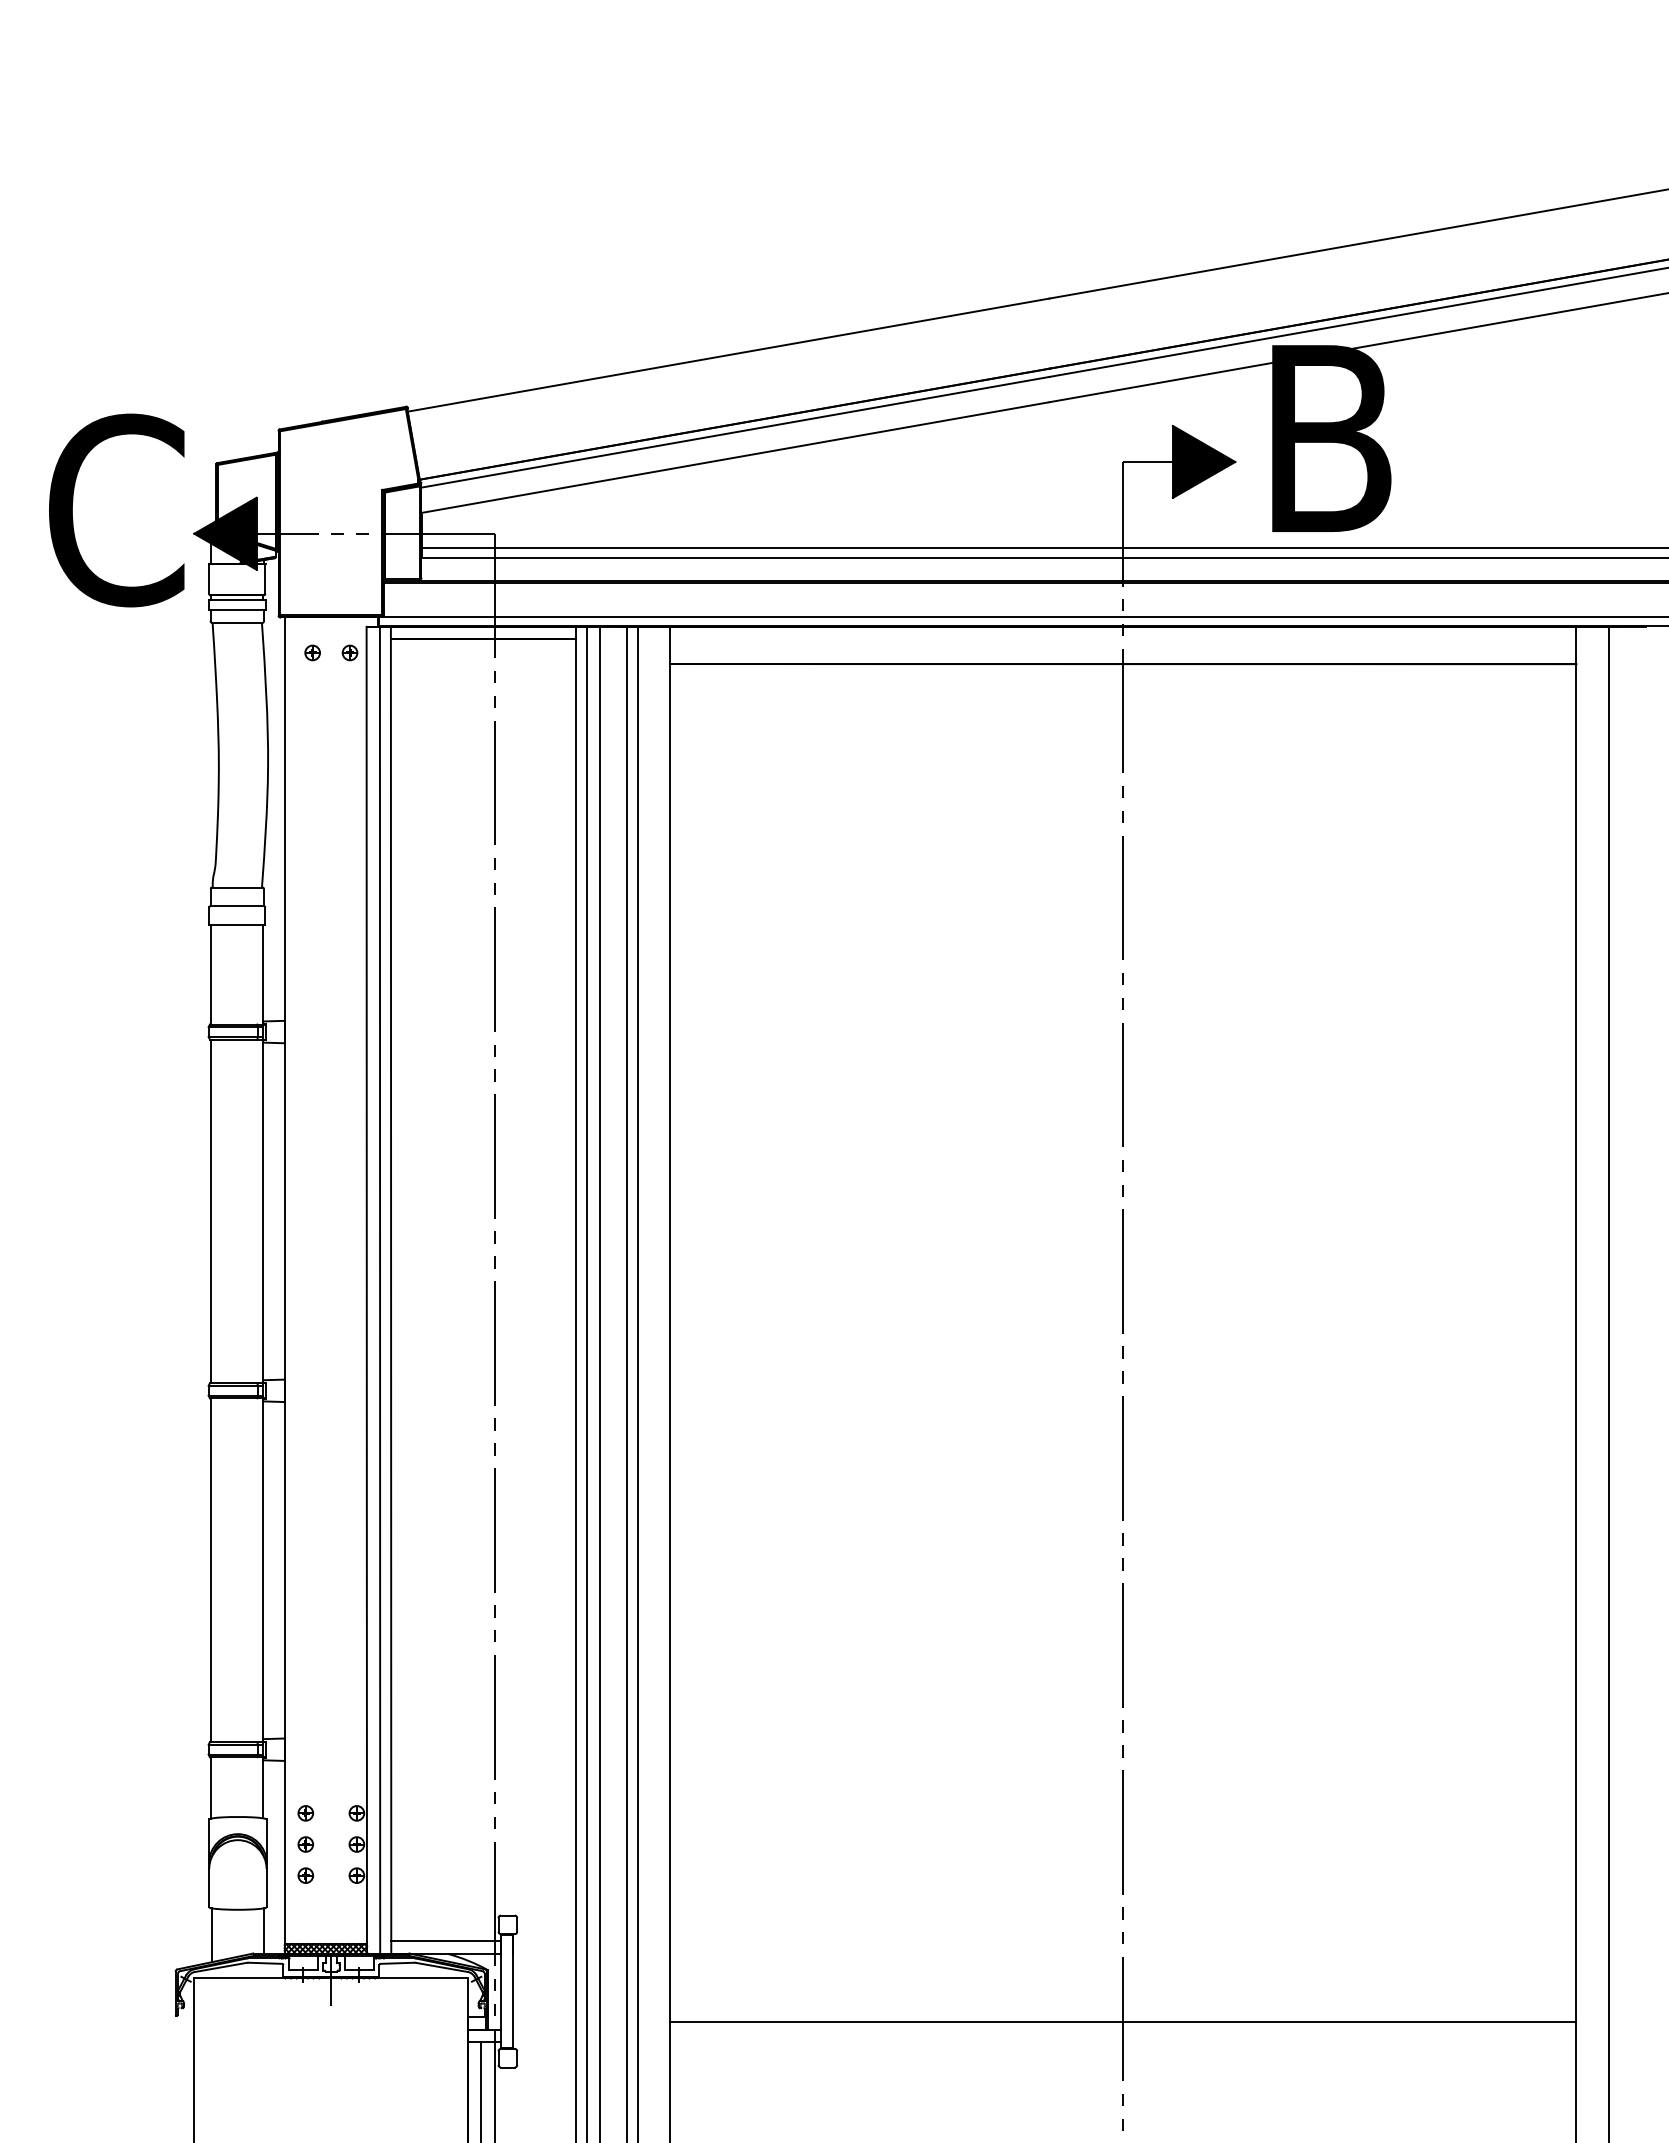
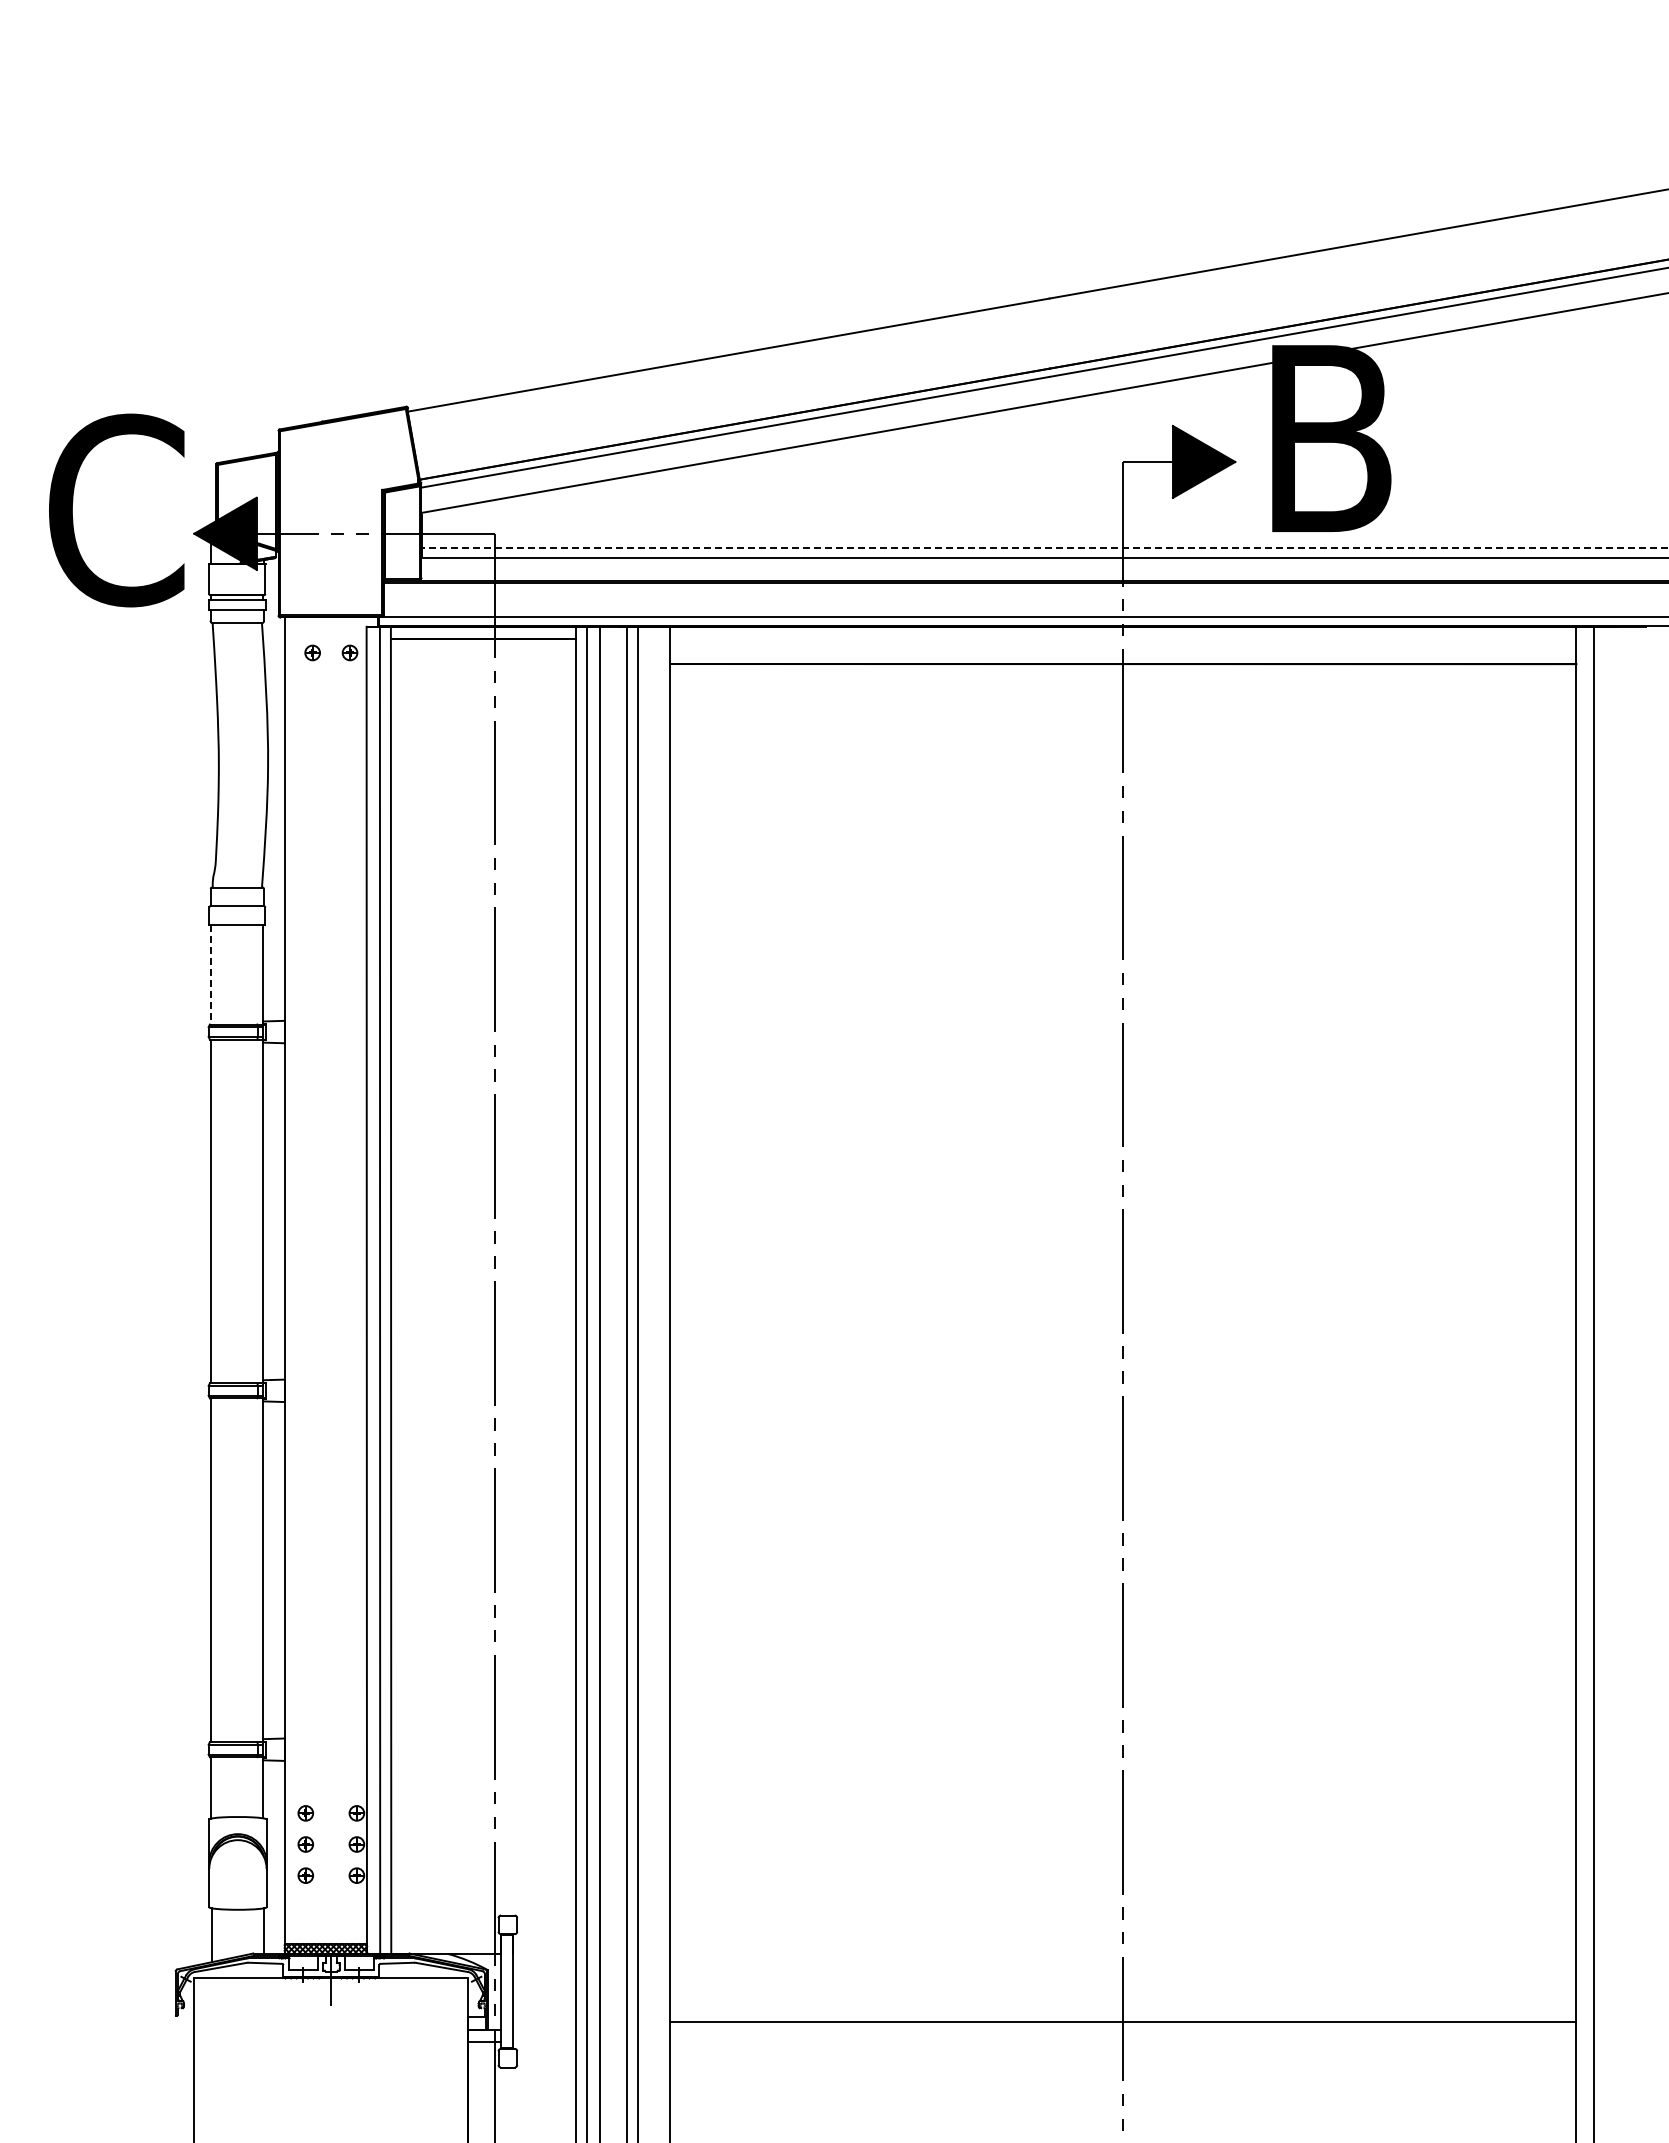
line at (1044, 548): solid -> dashed
line at (211, 974): solid -> dashed
line at (1609, 1382) position: (1609, 1382) -> (1594, 1382)
line at (446, 1941): present -> none
line at (480, 2090): present -> none
